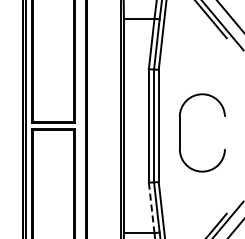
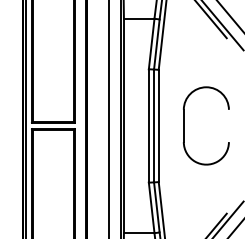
line at (109, 118): none -> present
part at (180, 132) position: (180, 132) -> (184, 125)
line at (151, 208): dashed -> solid
